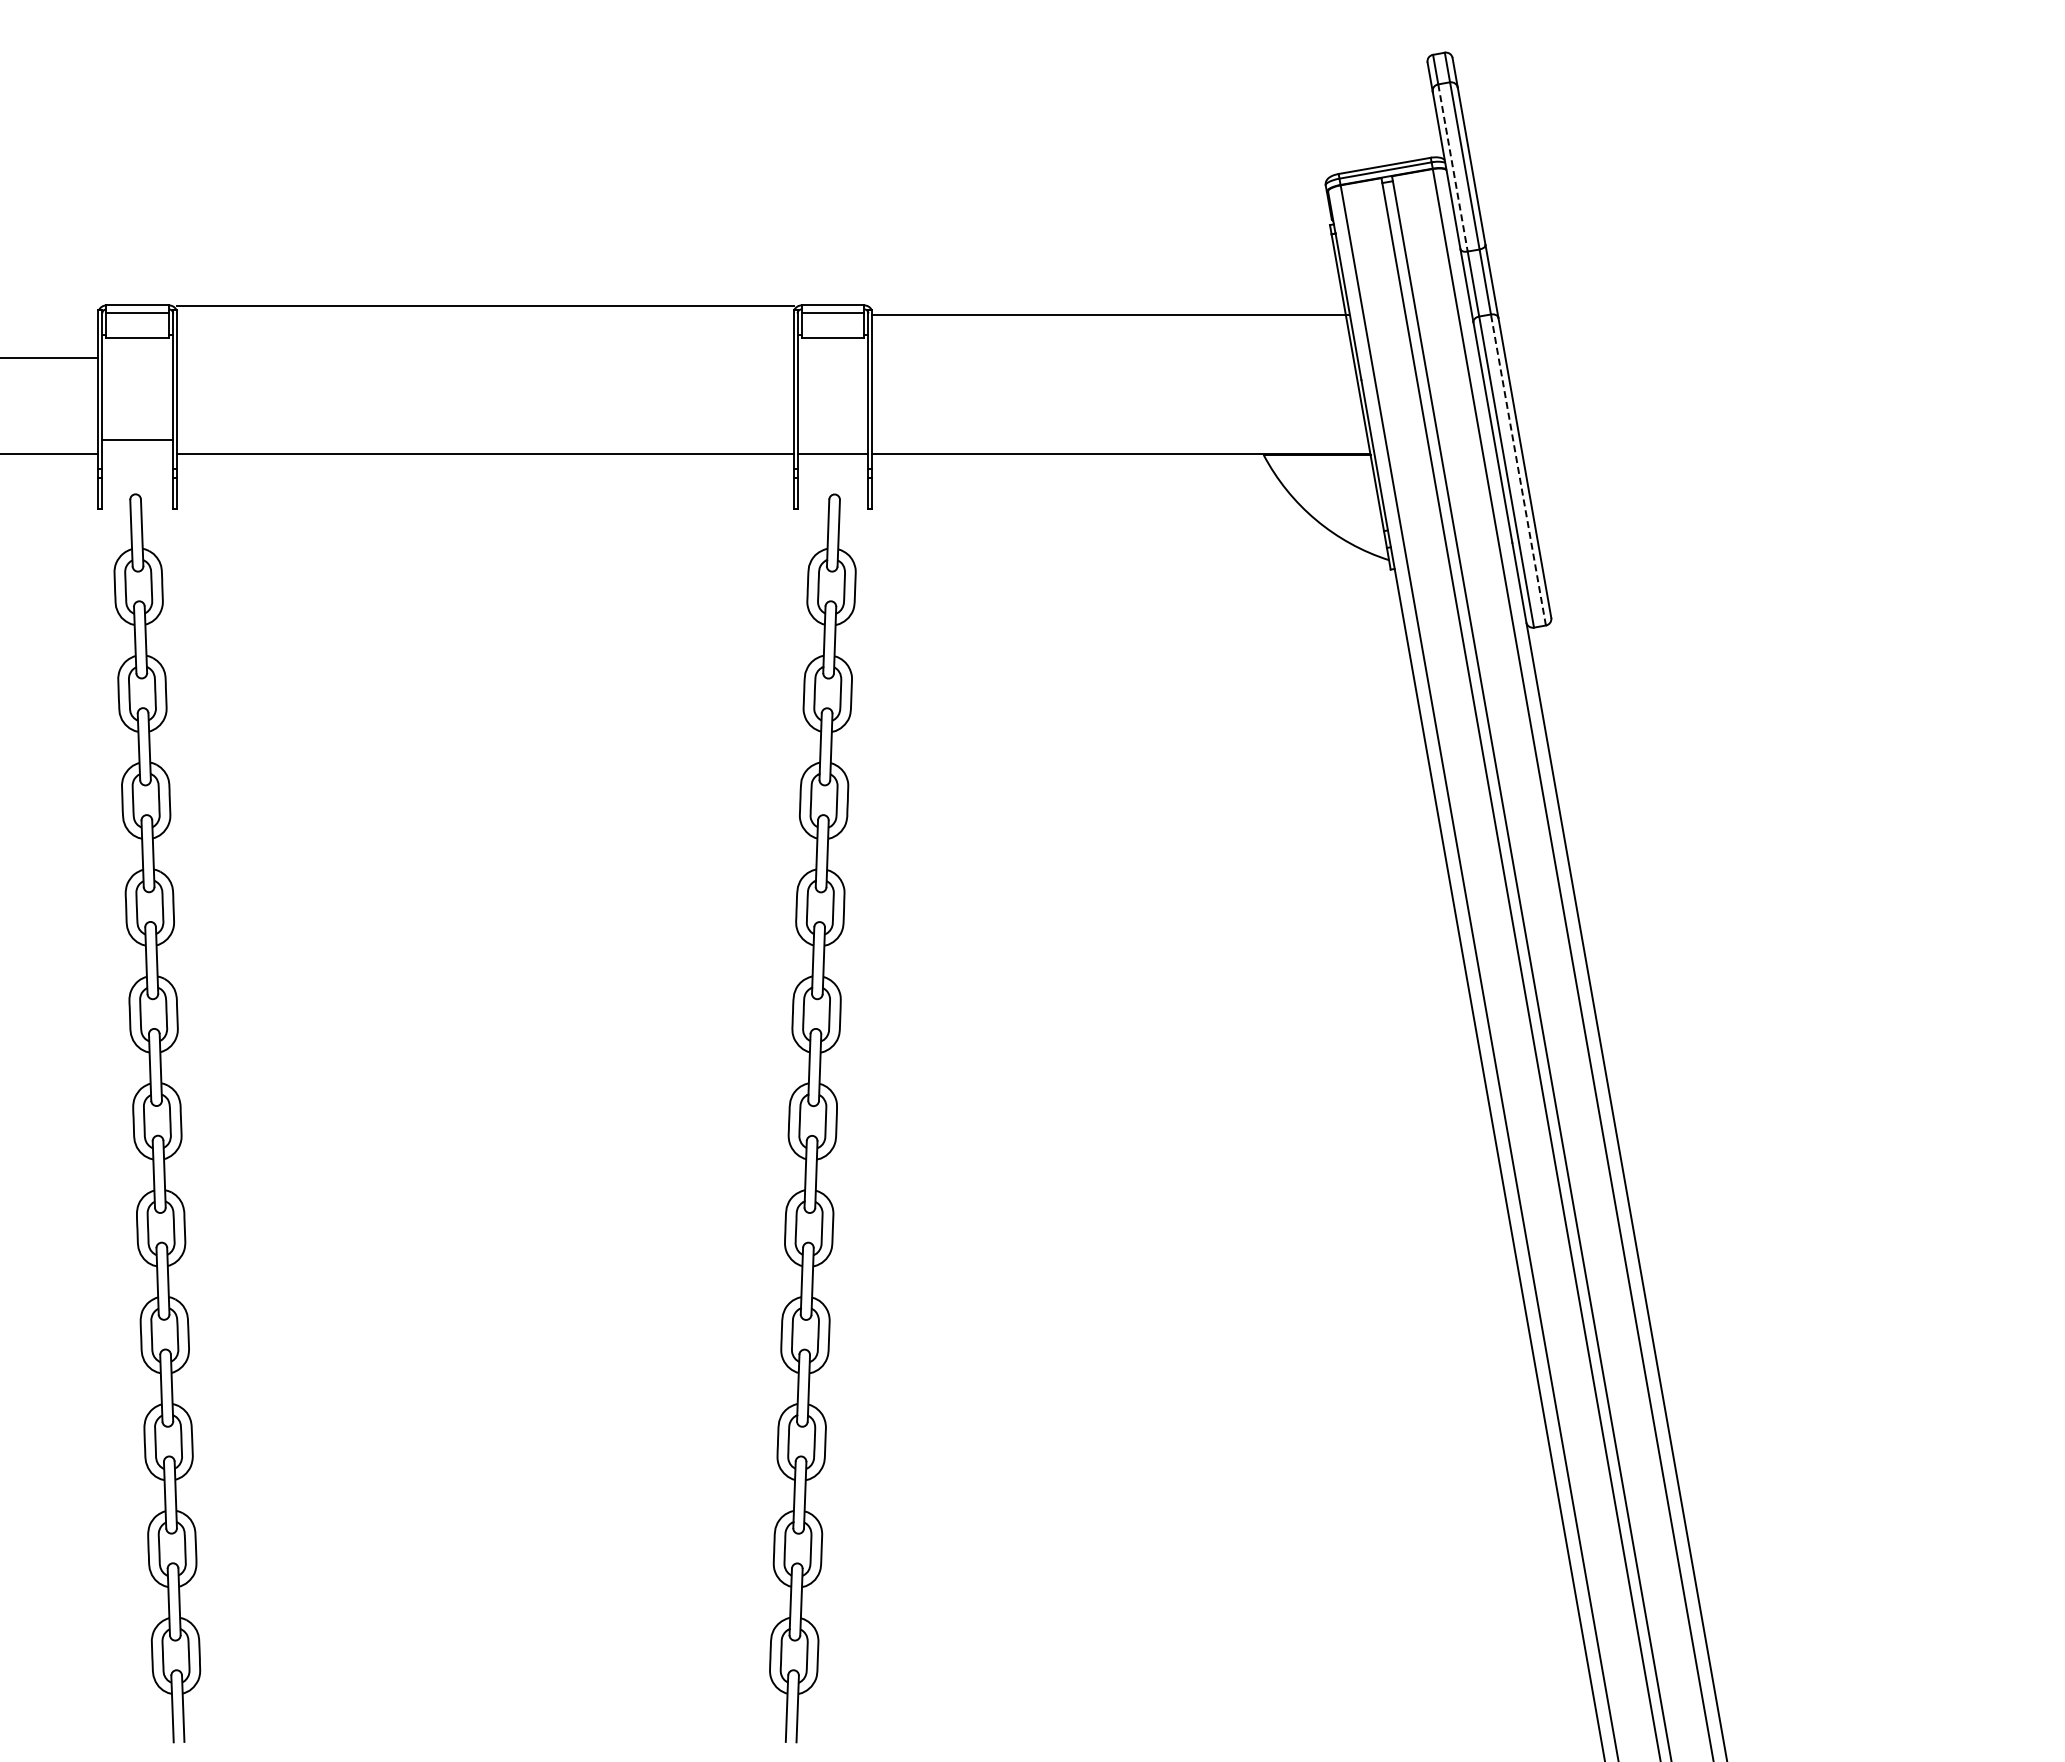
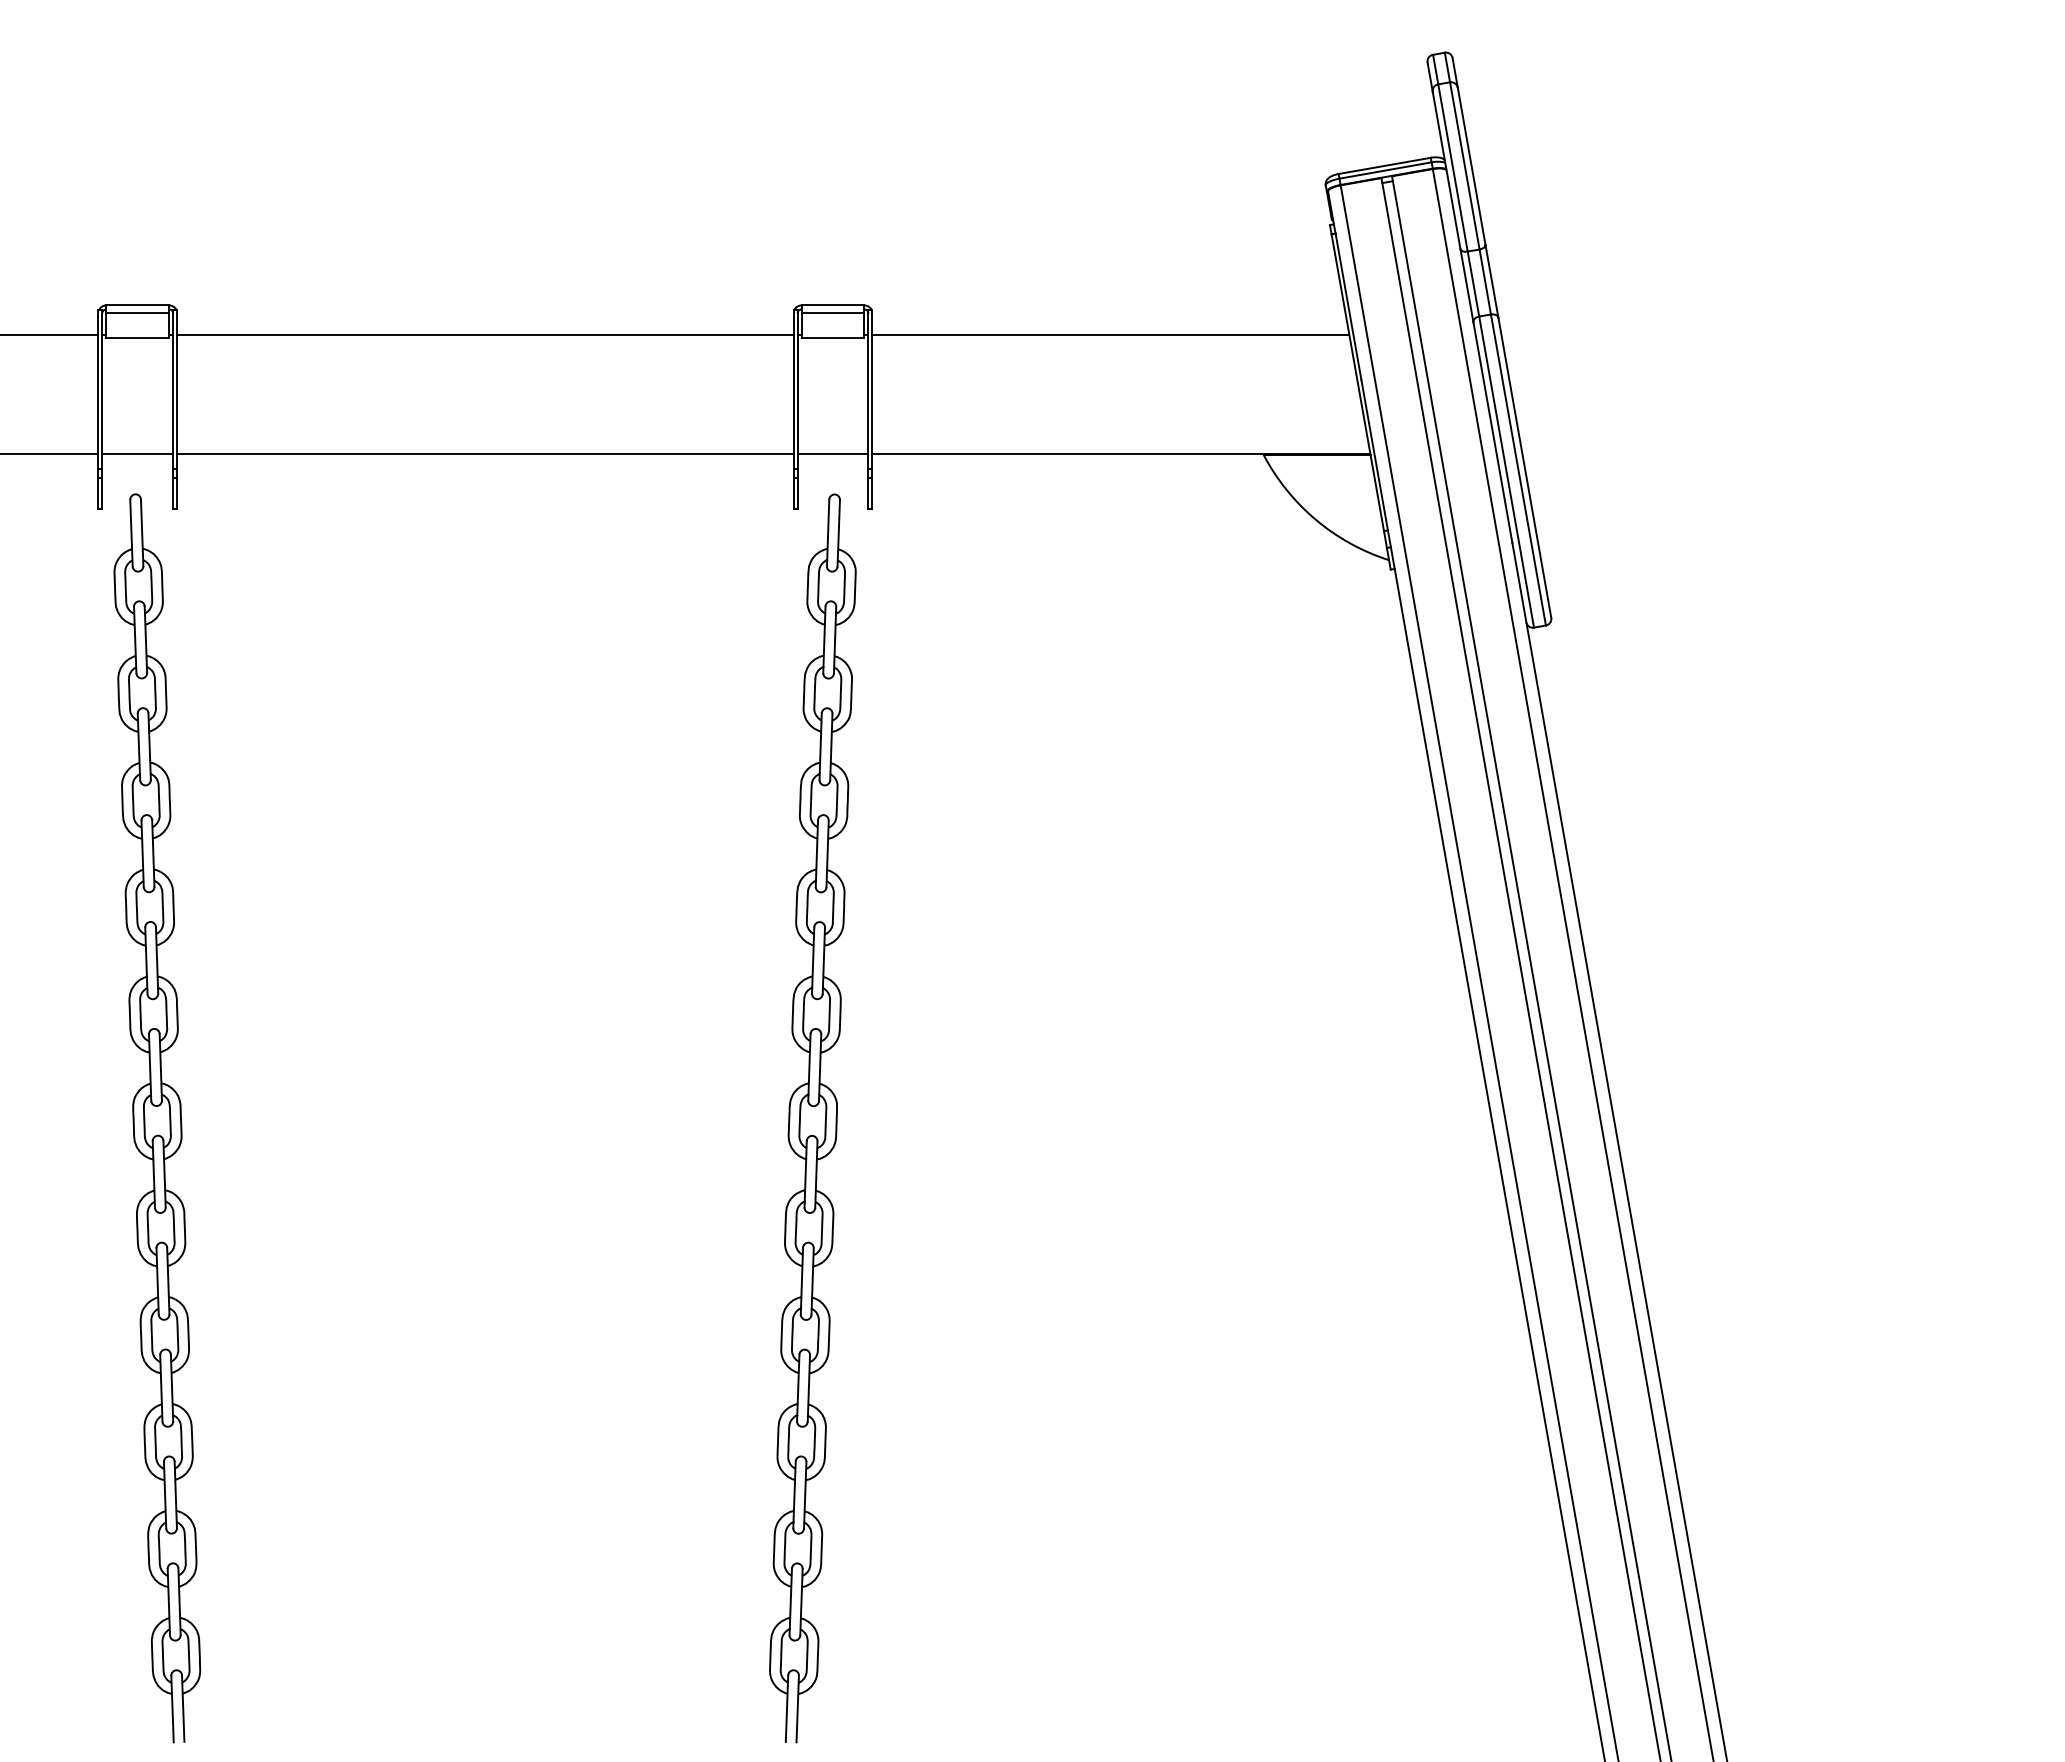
line at (1453, 167): dashed -> solid
line at (485, 306) position: (485, 306) -> (485, 335)
line at (1110, 315) position: (1110, 315) -> (1110, 335)
line at (50, 358) position: (50, 358) -> (50, 335)
line at (137, 440) position: (137, 440) -> (137, 454)
line at (1518, 470): dashed -> solid
